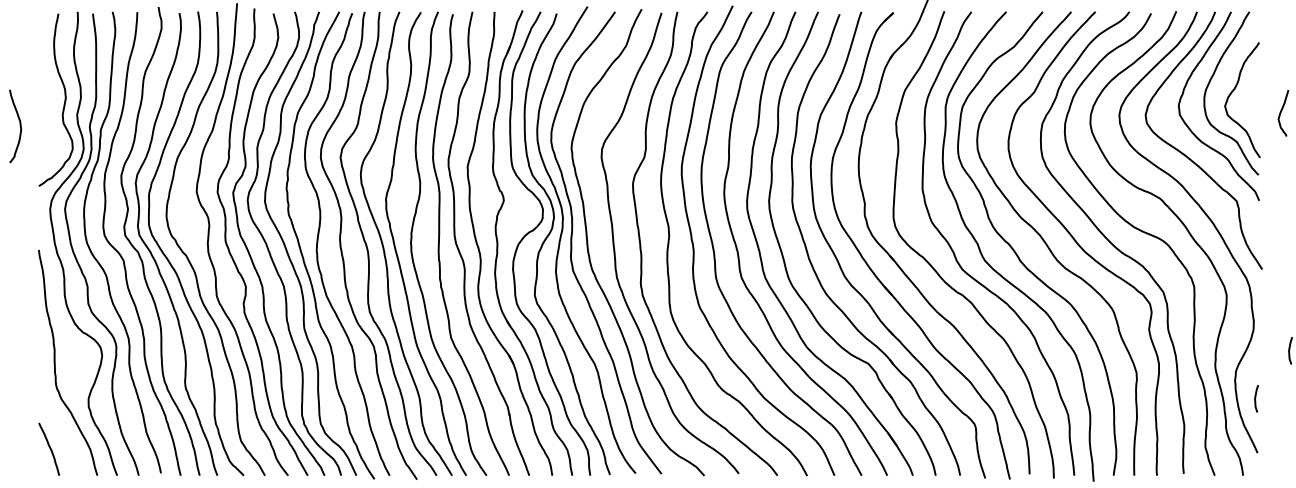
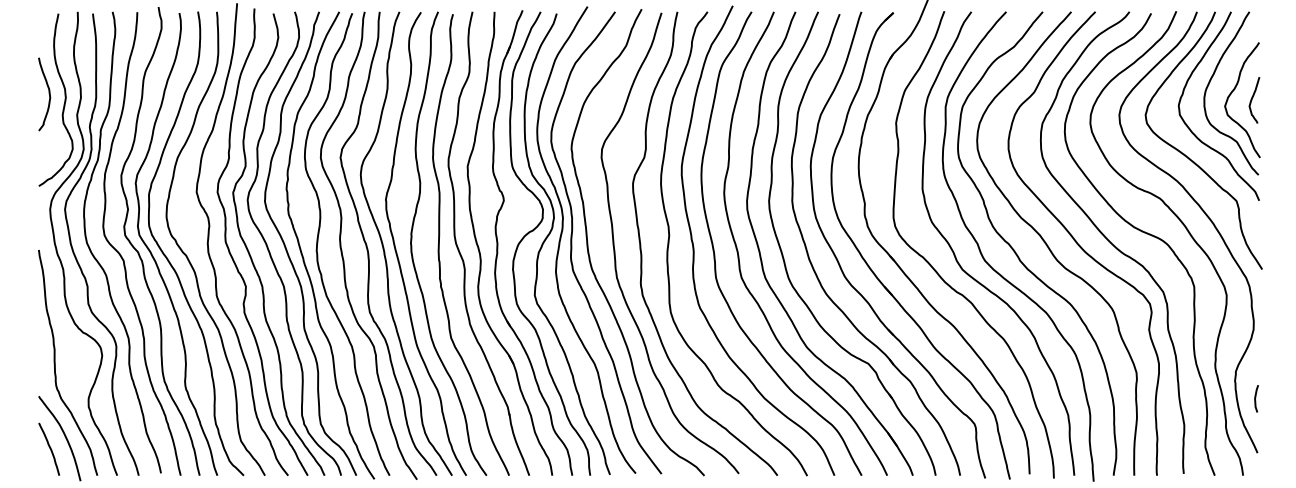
curve at (1281, 113) position: (1281, 113) -> (1252, 100)
curve at (19, 125) position: (19, 125) -> (48, 93)
curve at (1290, 349): present -> none
curve at (64, 436): none -> present
